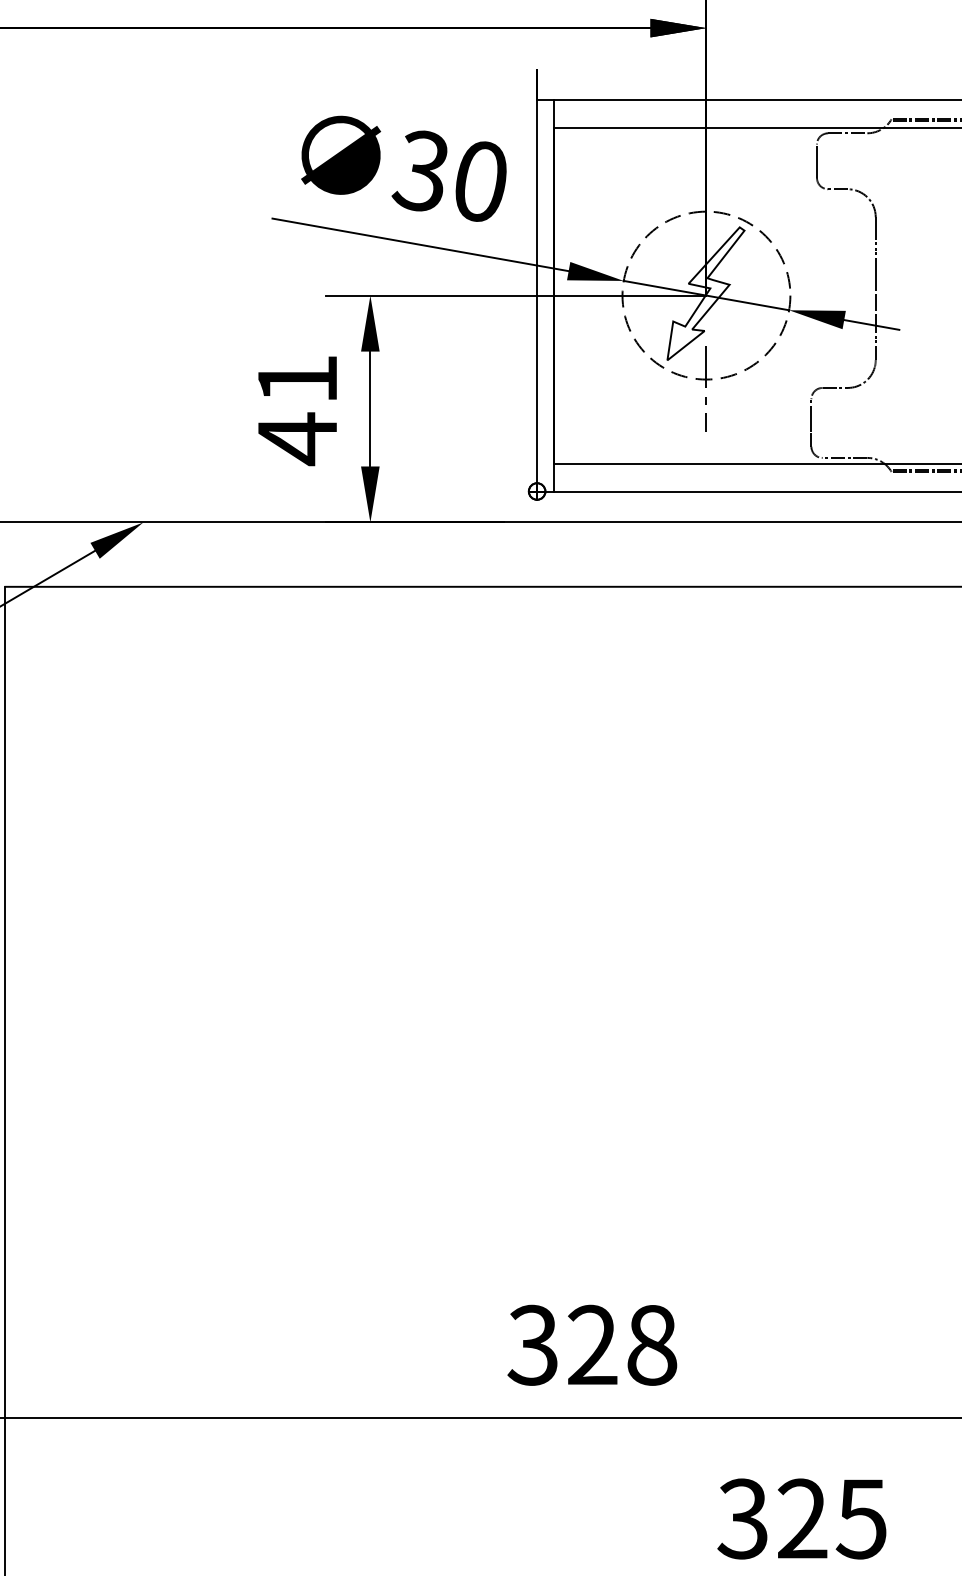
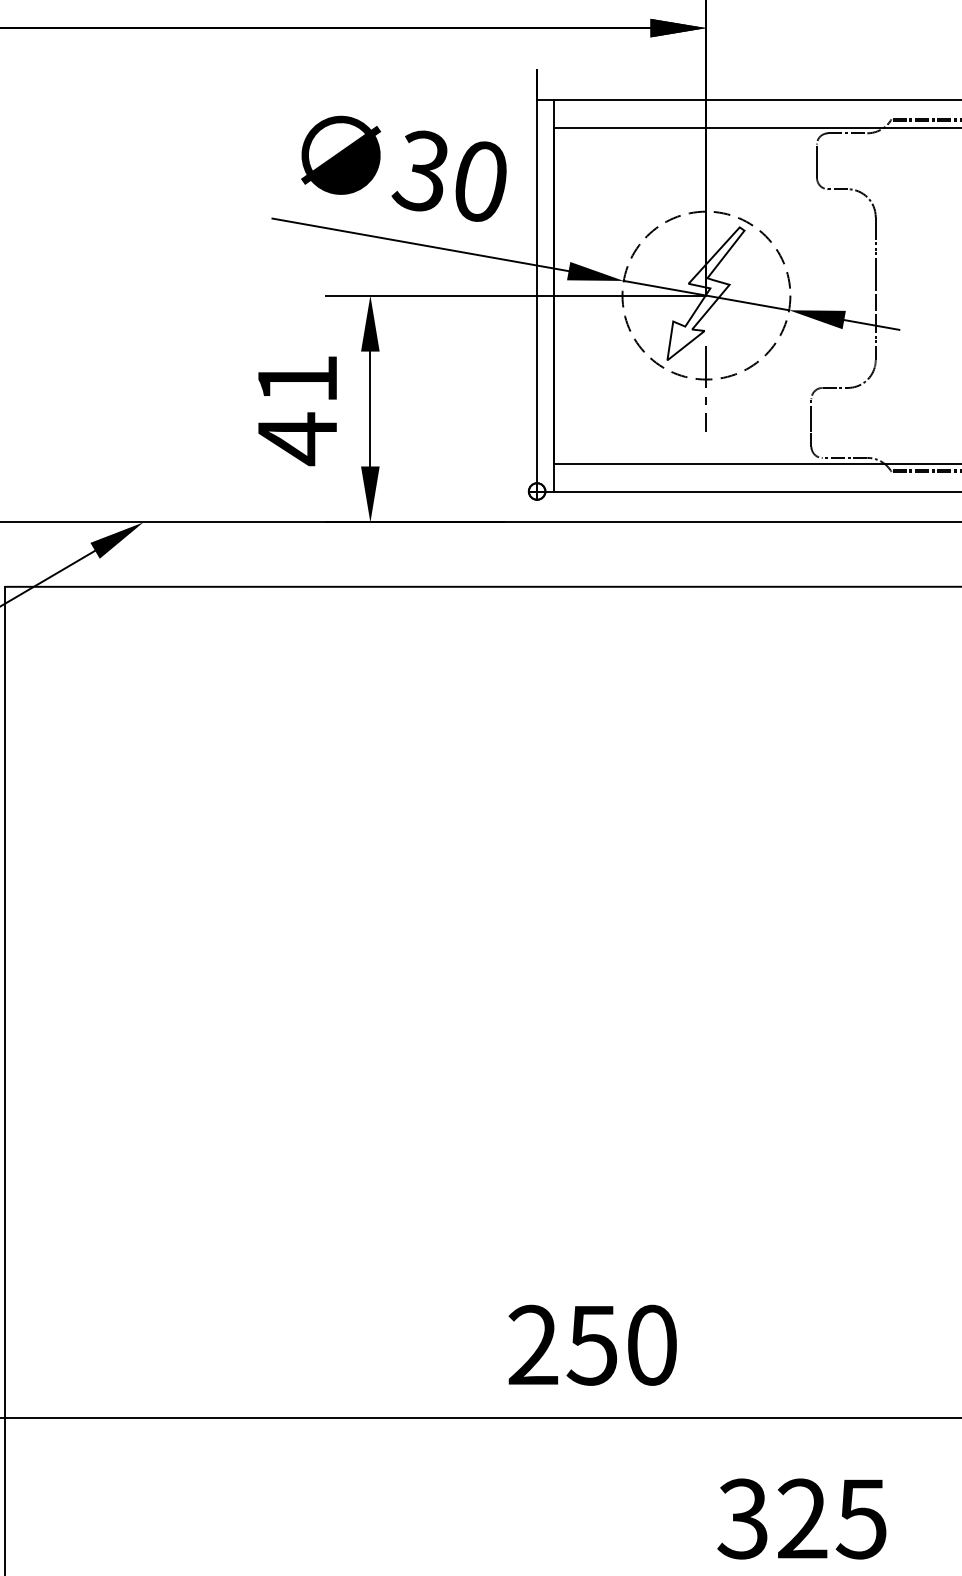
text at (592, 1344): 328 -> 250
